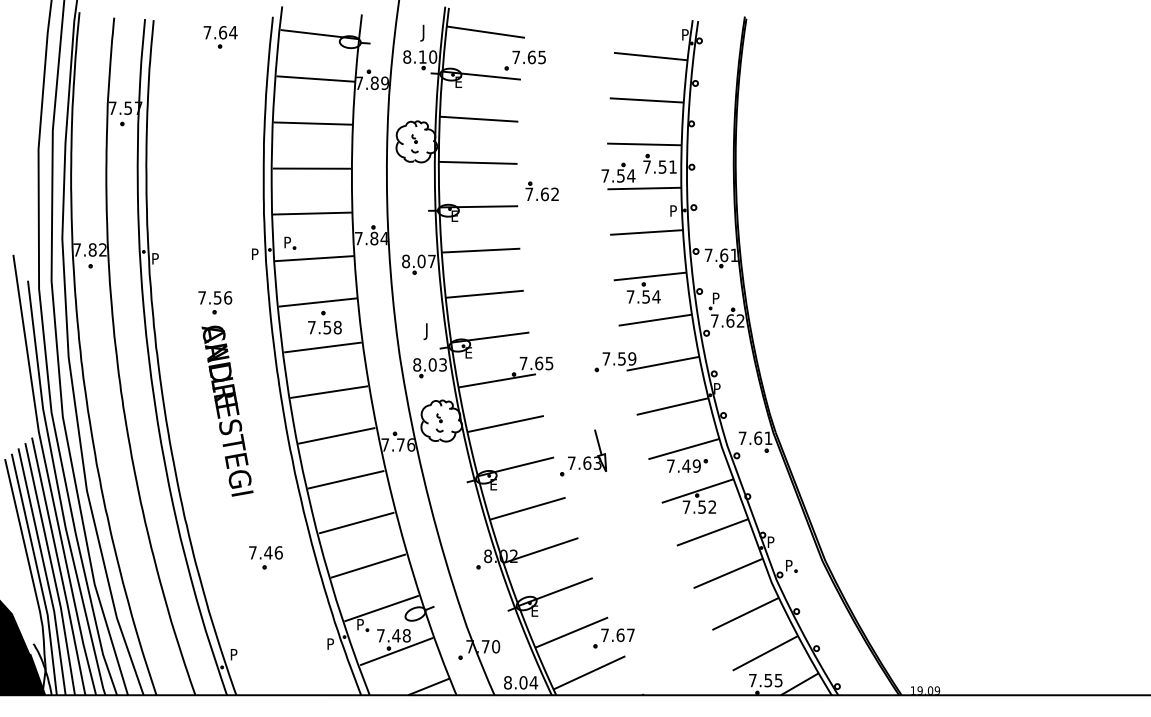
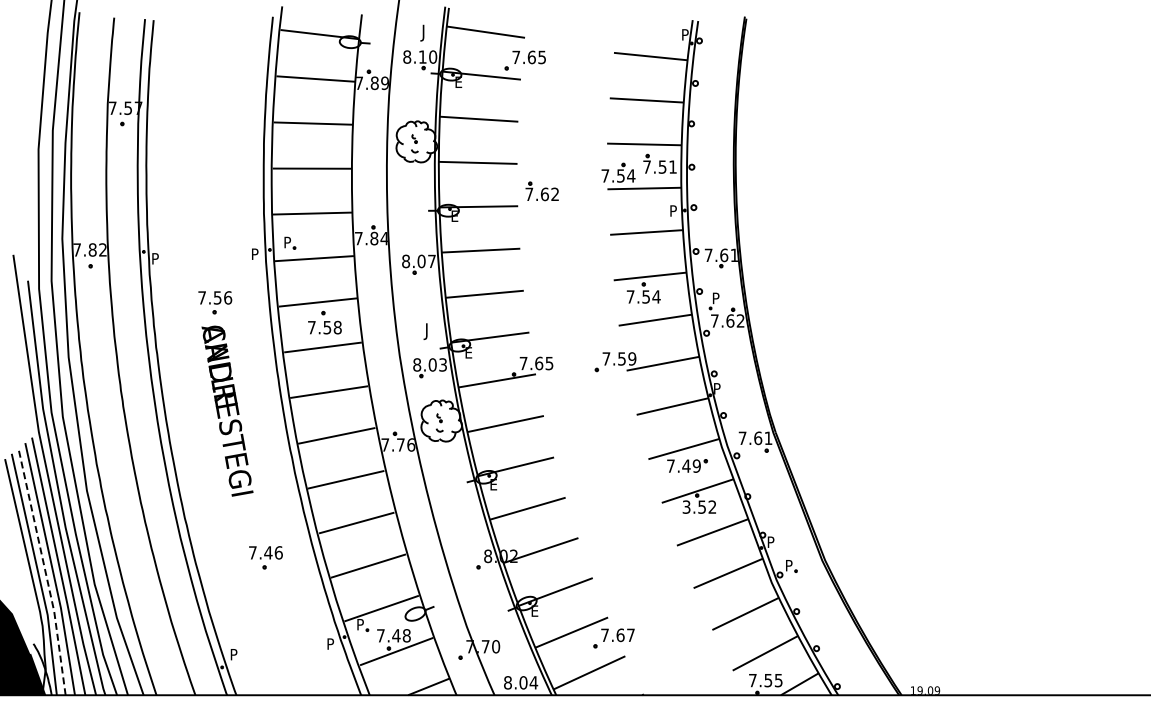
part at (220, 37): present -> none
part at (583, 452): present -> none
text at (686, 506): 7.52 -> 3.52
line at (45, 571): solid -> dashed
